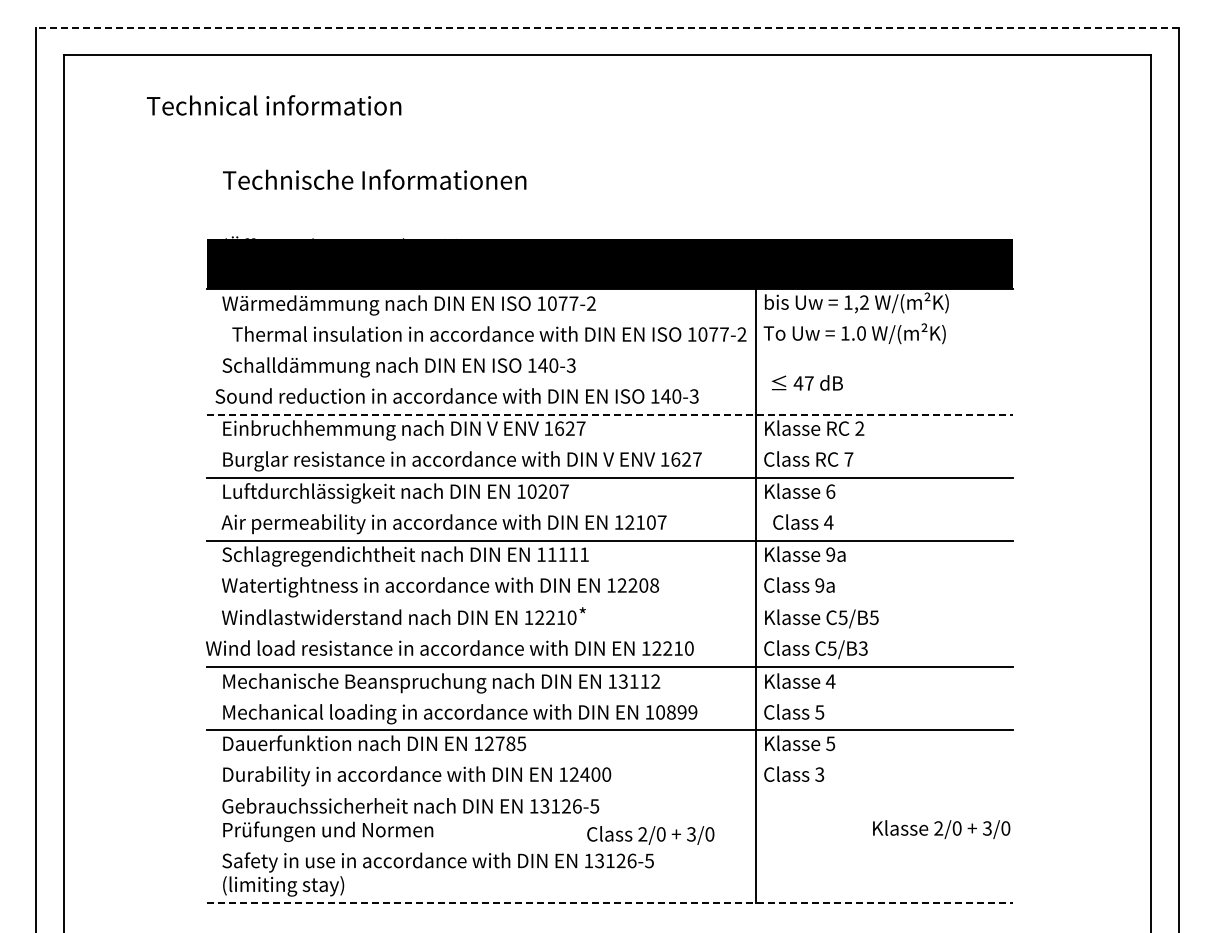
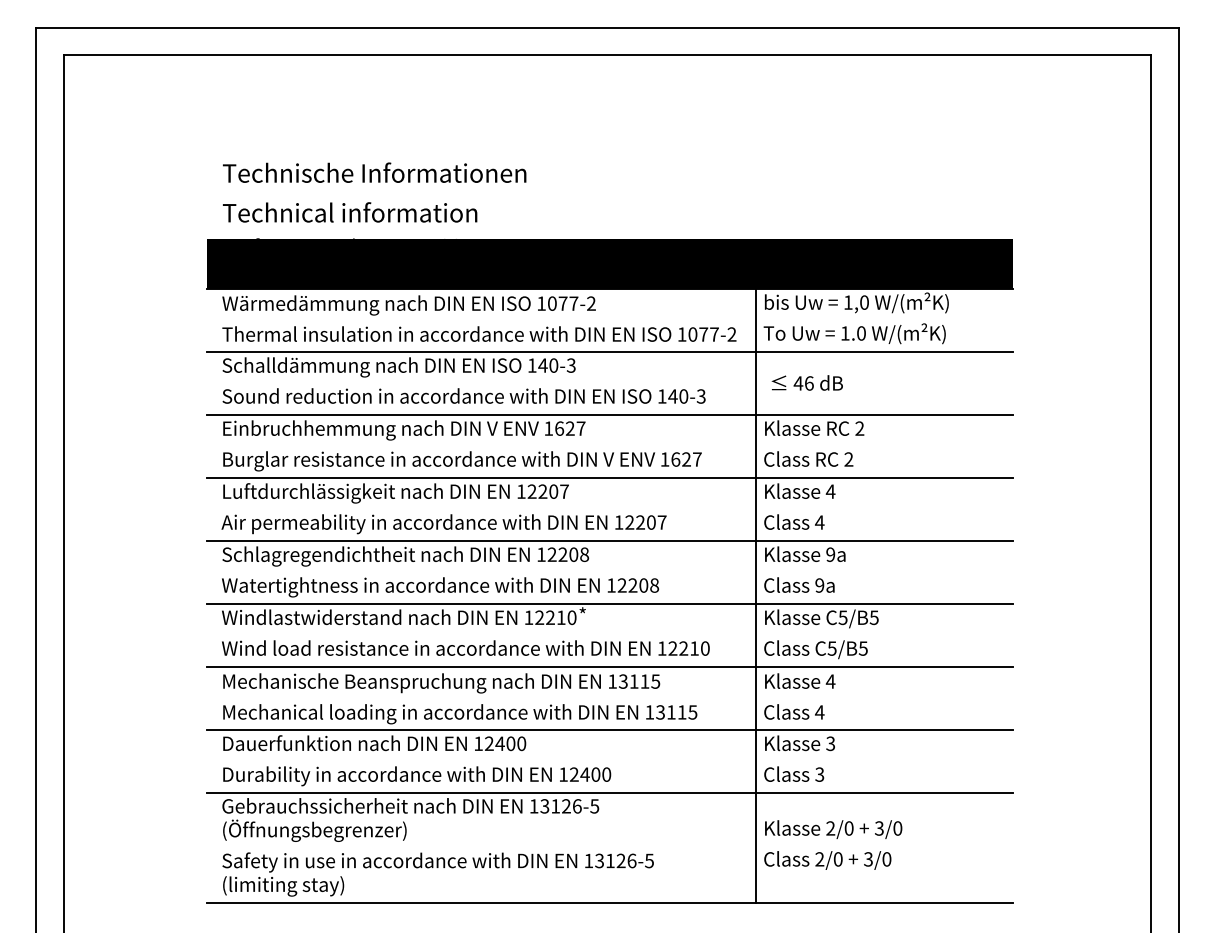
line at (606, 27): dashed -> solid
text at (274, 105) position: (274, 105) -> (350, 212)
text at (374, 179) position: (374, 179) -> (374, 172)
text at (314, 237): (Öffnungsbegrenzer) -> Prüfungen und Normen
text at (864, 302): 1,2 -> 1,0
text at (489, 333) position: (489, 333) -> (479, 333)
line at (610, 352): none -> present
text at (809, 383): 47 -> 46
text at (456, 395) position: (456, 395) -> (463, 395)
line at (610, 415): dashed -> solid
text at (848, 459): 7 -> 2
text at (531, 491): 10207 -> 12207
text at (830, 491): 6 -> 4
text at (803, 521) position: (803, 521) -> (794, 521)
text at (640, 522): 12107 -> 12207
text at (568, 554): 11111 -> 12208
line at (610, 604): none -> present
text at (449, 647) position: (449, 647) -> (465, 647)
text at (863, 648): C5/B3 -> C5/B5
text at (655, 681): 13112 -> 13115
text at (676, 712): 10899 -> 13115
text at (819, 712): 5 -> 4
text at (510, 743): 12785 -> 12400
text at (830, 743): 5 -> 3
line at (610, 792): none -> present
text at (941, 829) position: (941, 829) -> (833, 829)
text at (328, 830): Prüfungen und Normen -> (Öffnungsbegrenzer)
text at (650, 835) position: (650, 835) -> (827, 860)
line at (610, 903): dashed -> solid
